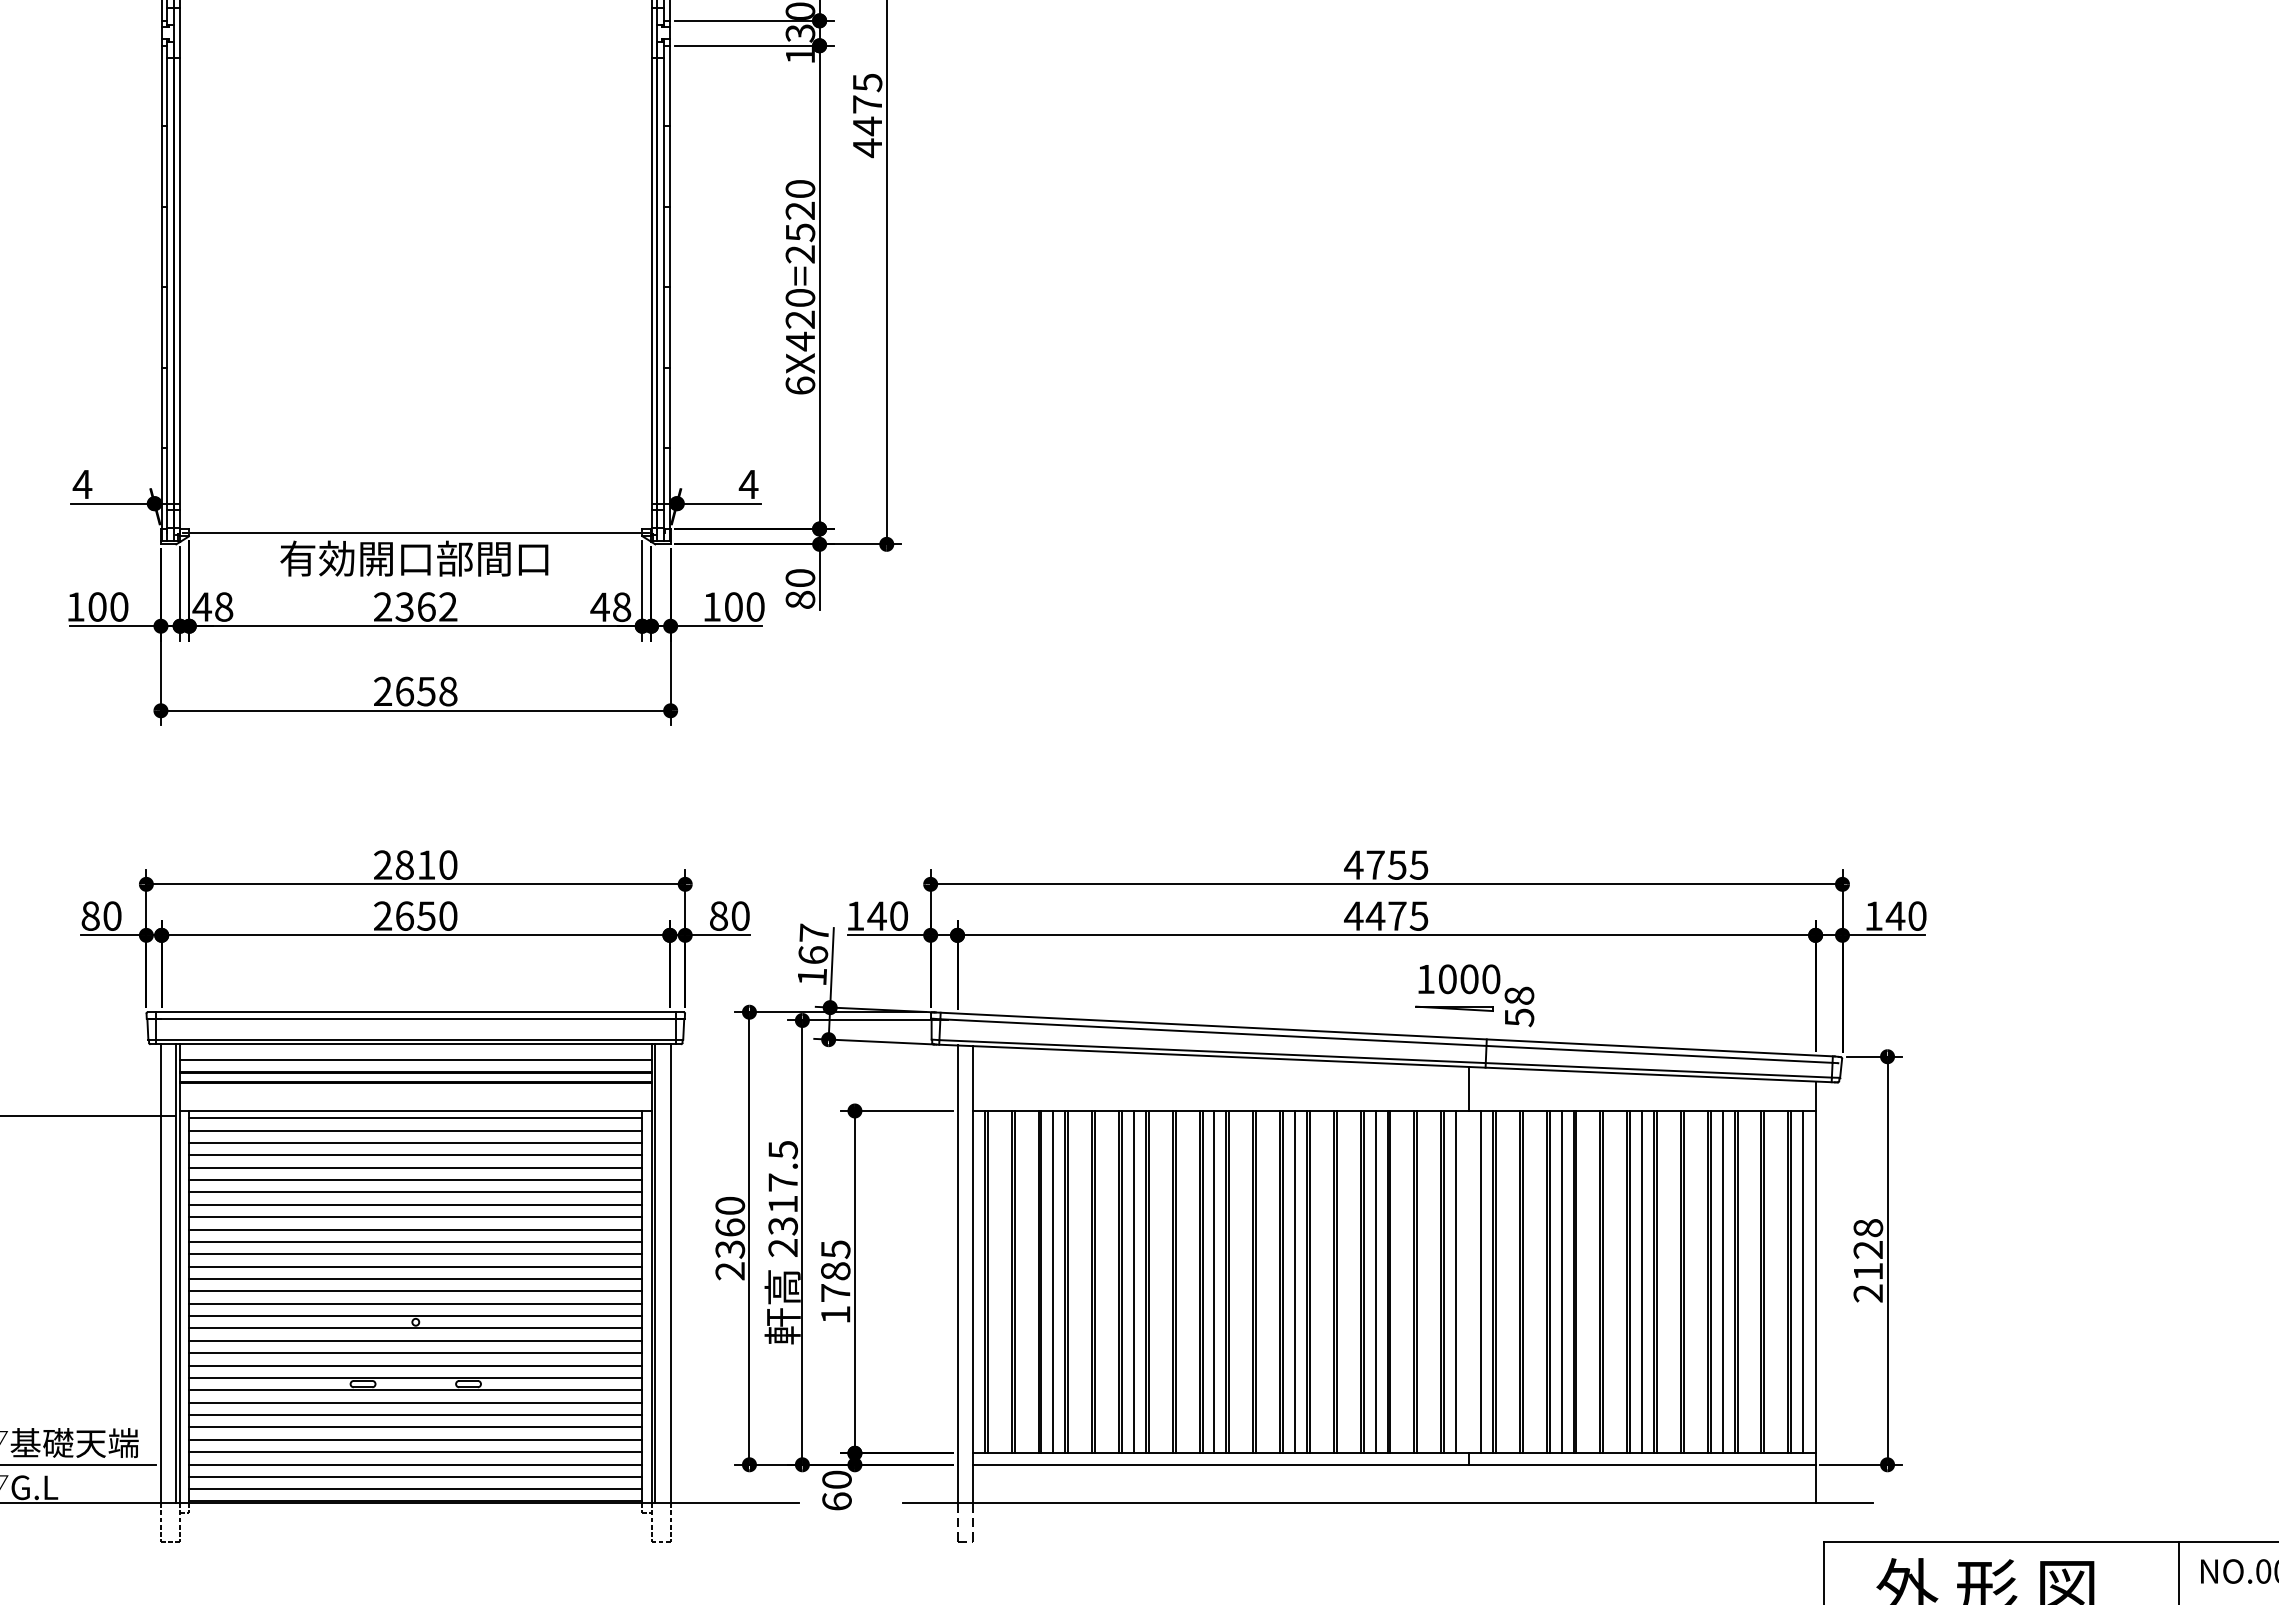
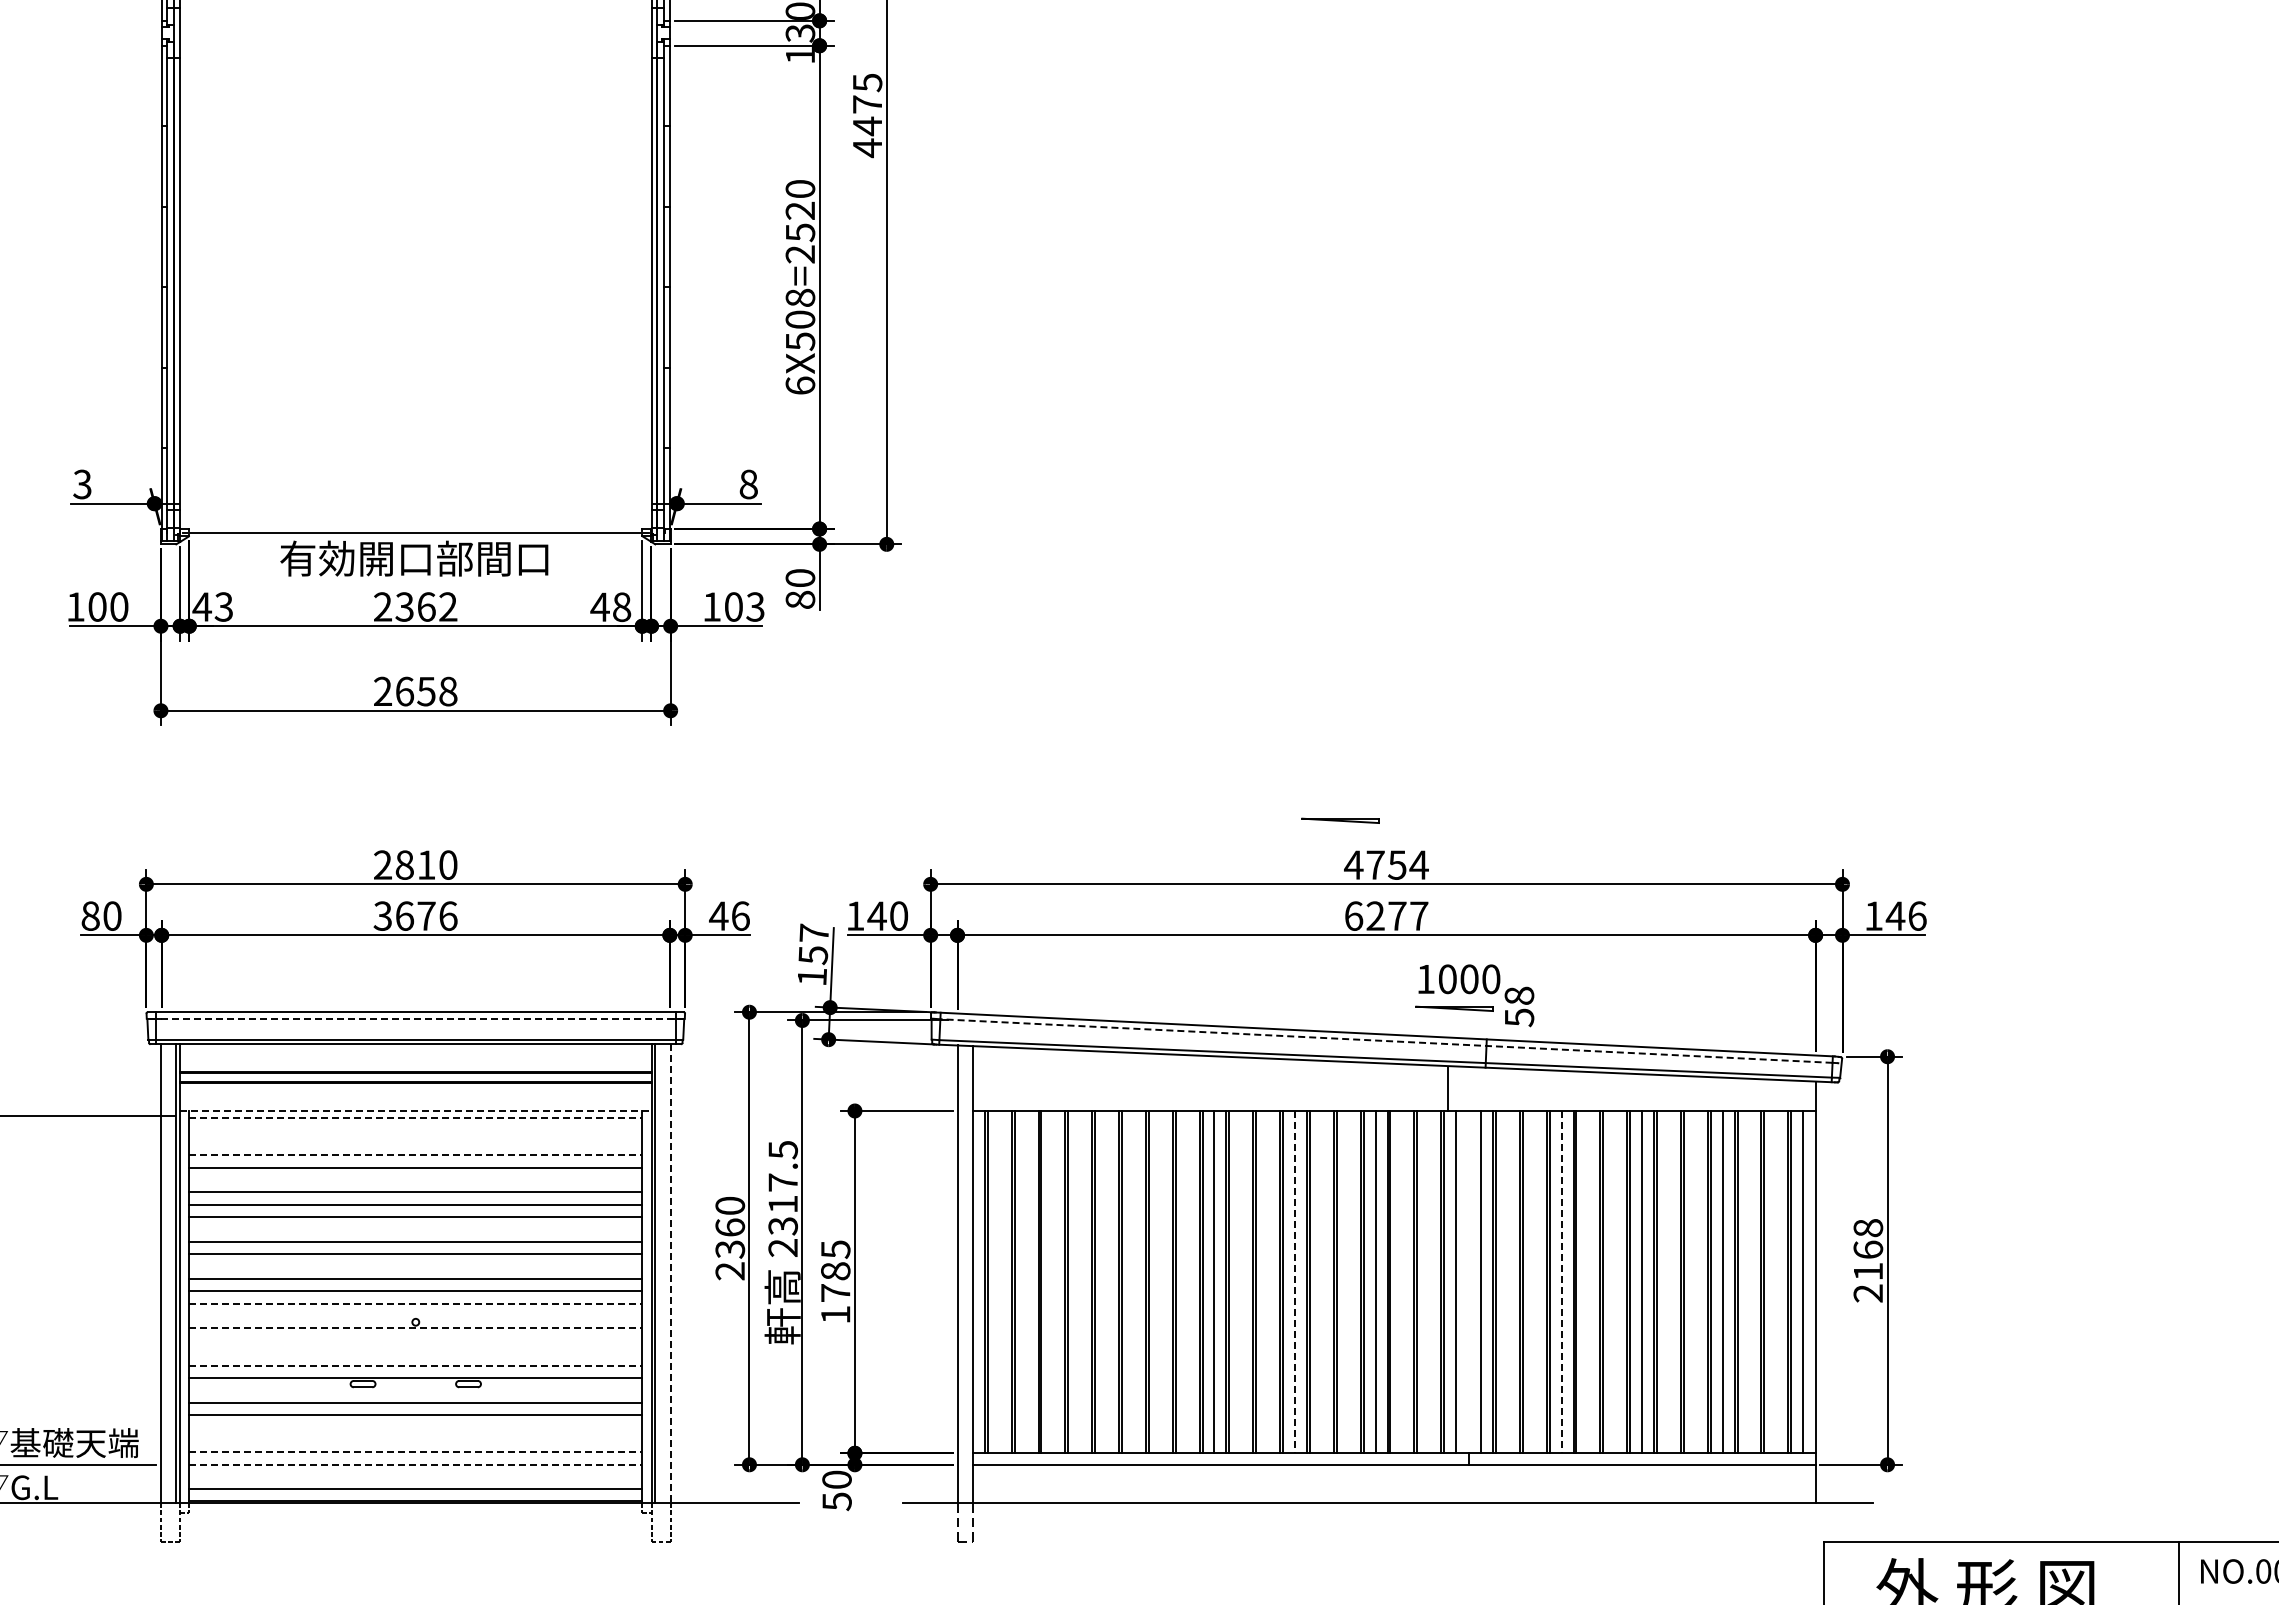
text at (800, 319): 6X420=2520 -> 6X508=2520
text at (82, 484): 4 -> 3
text at (748, 484): 4 -> 8
text at (223, 606): 48 -> 43
text at (755, 606): 100 -> 103
part at (1340, 820): none -> present
text at (1418, 864): 4755 -> 4754
text at (415, 915): 2650 -> 3676
text at (729, 915): 80 -> 46
text at (1386, 915): 4475 -> 6277
text at (1917, 915): 140 -> 146
text at (813, 955): 167 -> 157
line at (415, 1018): solid -> dashed
line at (1386, 1041): solid -> dashed
line at (415, 1059): present -> none
line at (1468, 1088) position: (1468, 1088) -> (1447, 1088)
line at (415, 1111): solid -> dashed
line at (416, 1118): solid -> dashed
line at (415, 1130): present -> none
line at (415, 1142): present -> none
line at (416, 1155): solid -> dashed
line at (415, 1180): present -> none
line at (415, 1229): present -> none
text at (1868, 1249): 2128 -> 2168
line at (415, 1266): present -> none
line at (670, 1274): solid -> dashed
line at (1053, 1282): present -> none
line at (1133, 1282): present -> none
line at (1295, 1282): solid -> dashed
line at (1561, 1282): solid -> dashed
line at (416, 1303): solid -> dashed
line at (415, 1316): present -> none
line at (416, 1328): solid -> dashed
line at (415, 1340): present -> none
line at (415, 1353): present -> none
line at (416, 1365): solid -> dashed
line at (415, 1390): present -> none
line at (415, 1427): present -> none
line at (415, 1439): present -> none
line at (416, 1452): solid -> dashed
line at (416, 1464): solid -> dashed
line at (415, 1476): present -> none
text at (836, 1501): 60 -> 50
